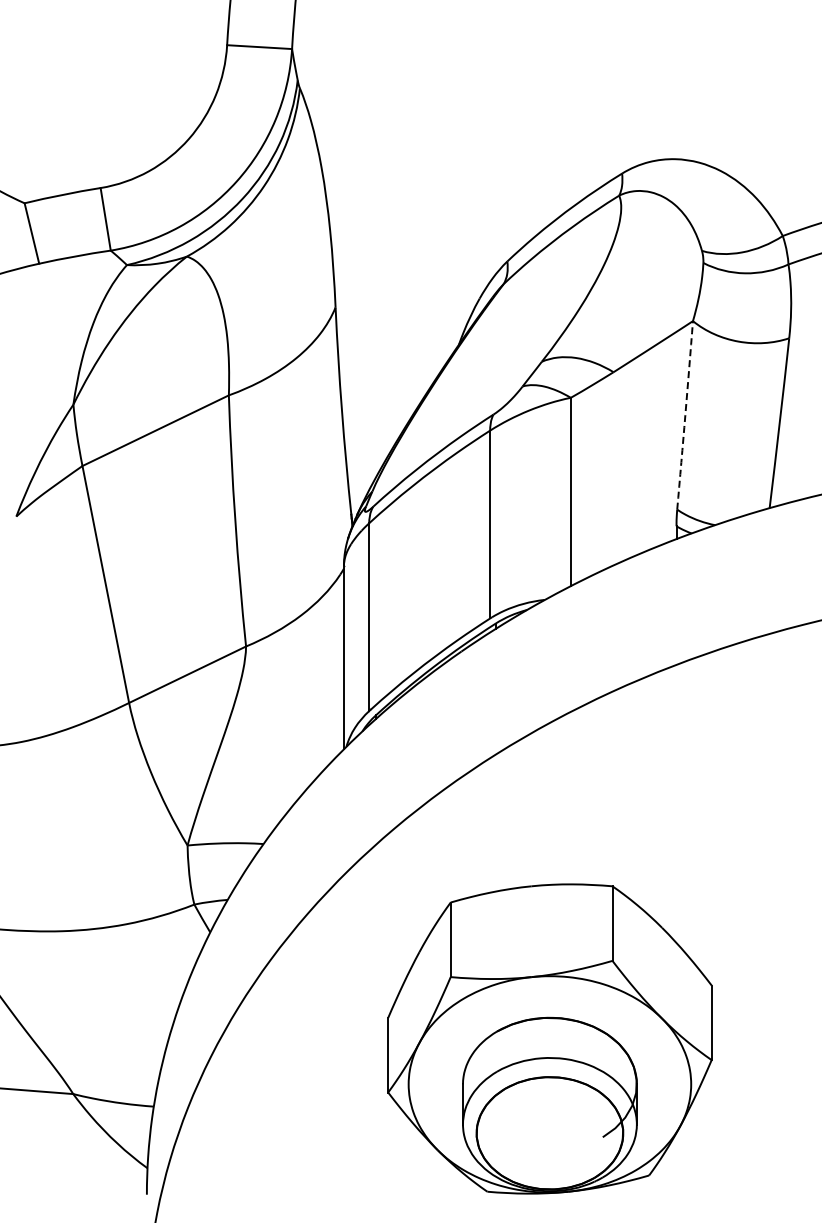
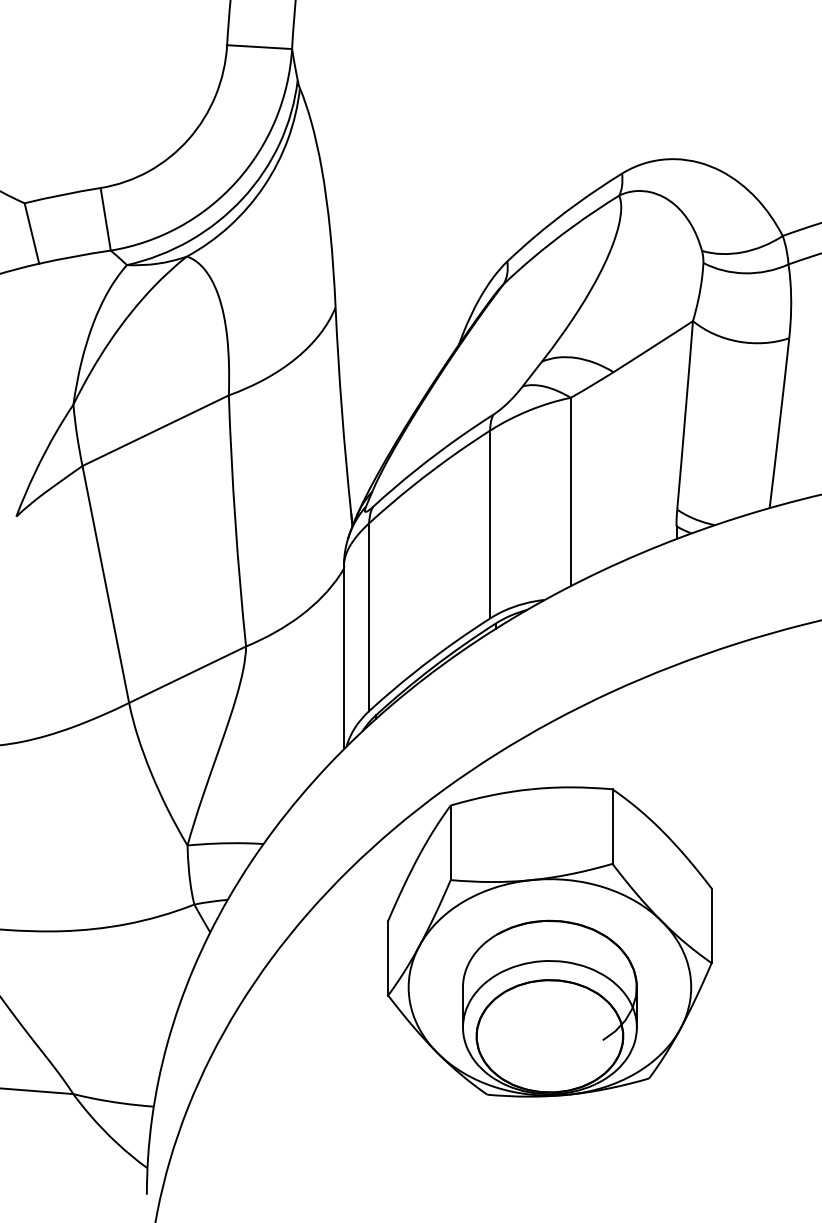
arc at (685, 415): dashed -> solid
part at (549, 1038) position: (549, 1038) -> (549, 941)
